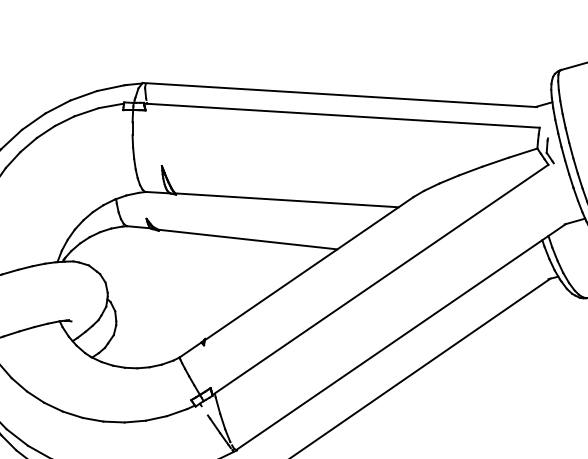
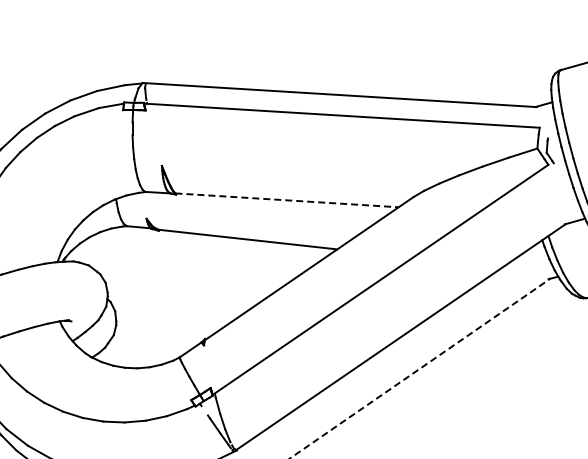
line at (287, 200): solid -> dashed
line at (420, 368): solid -> dashed
